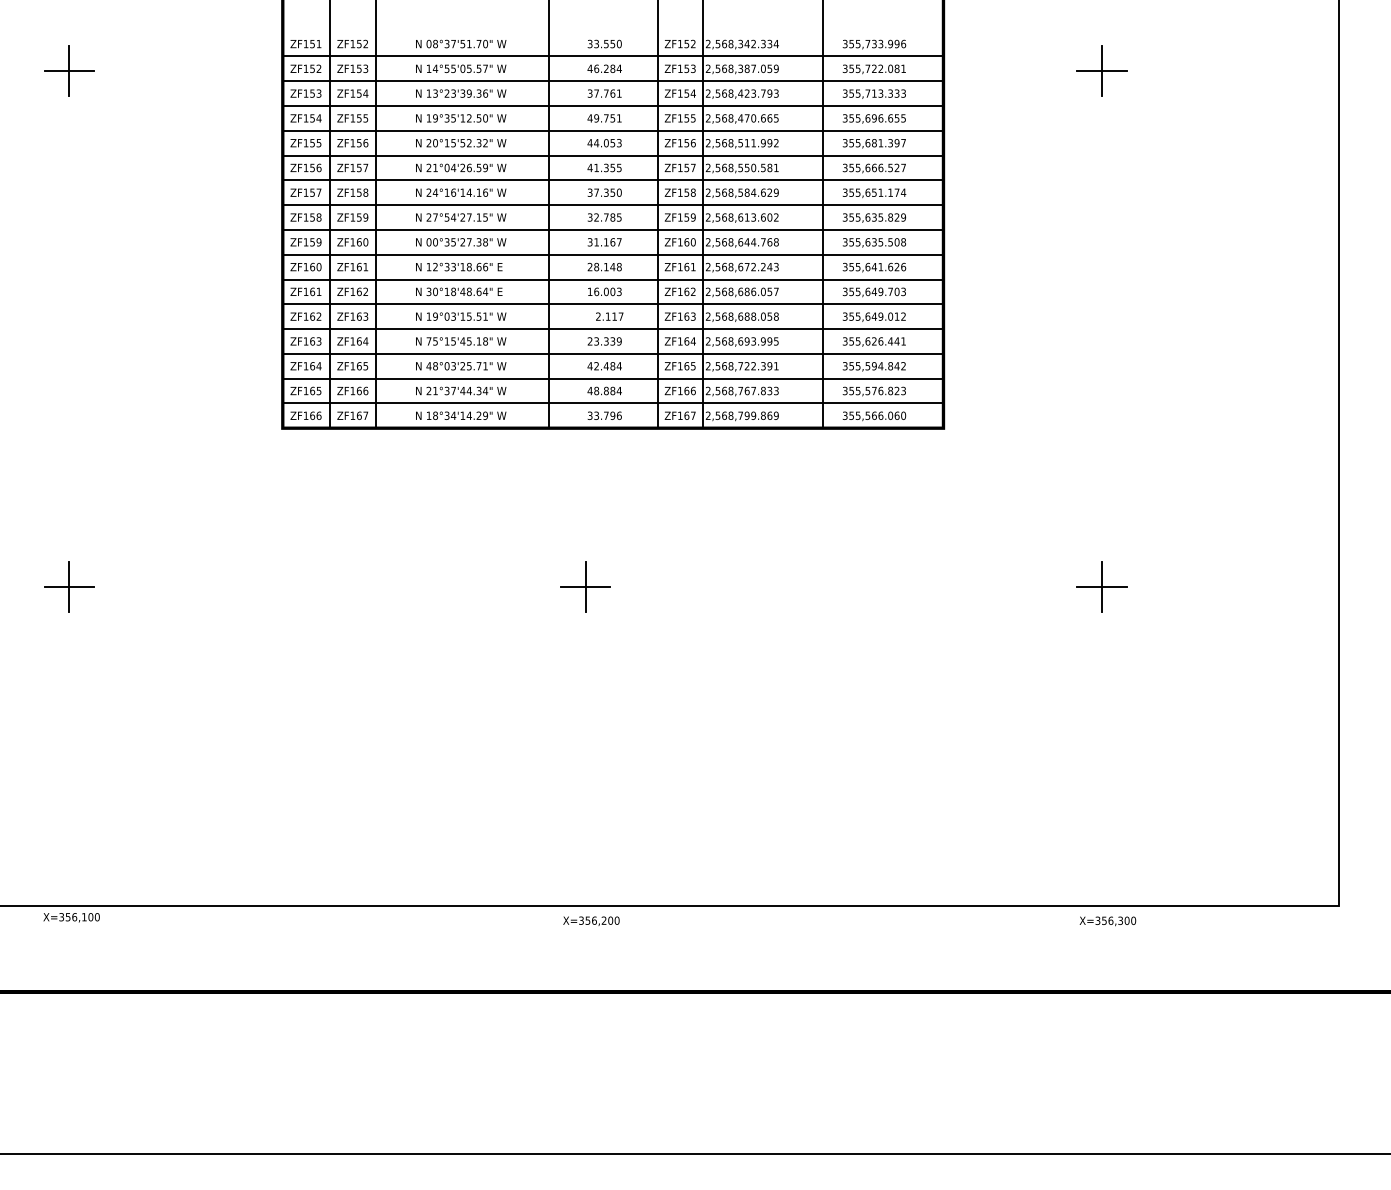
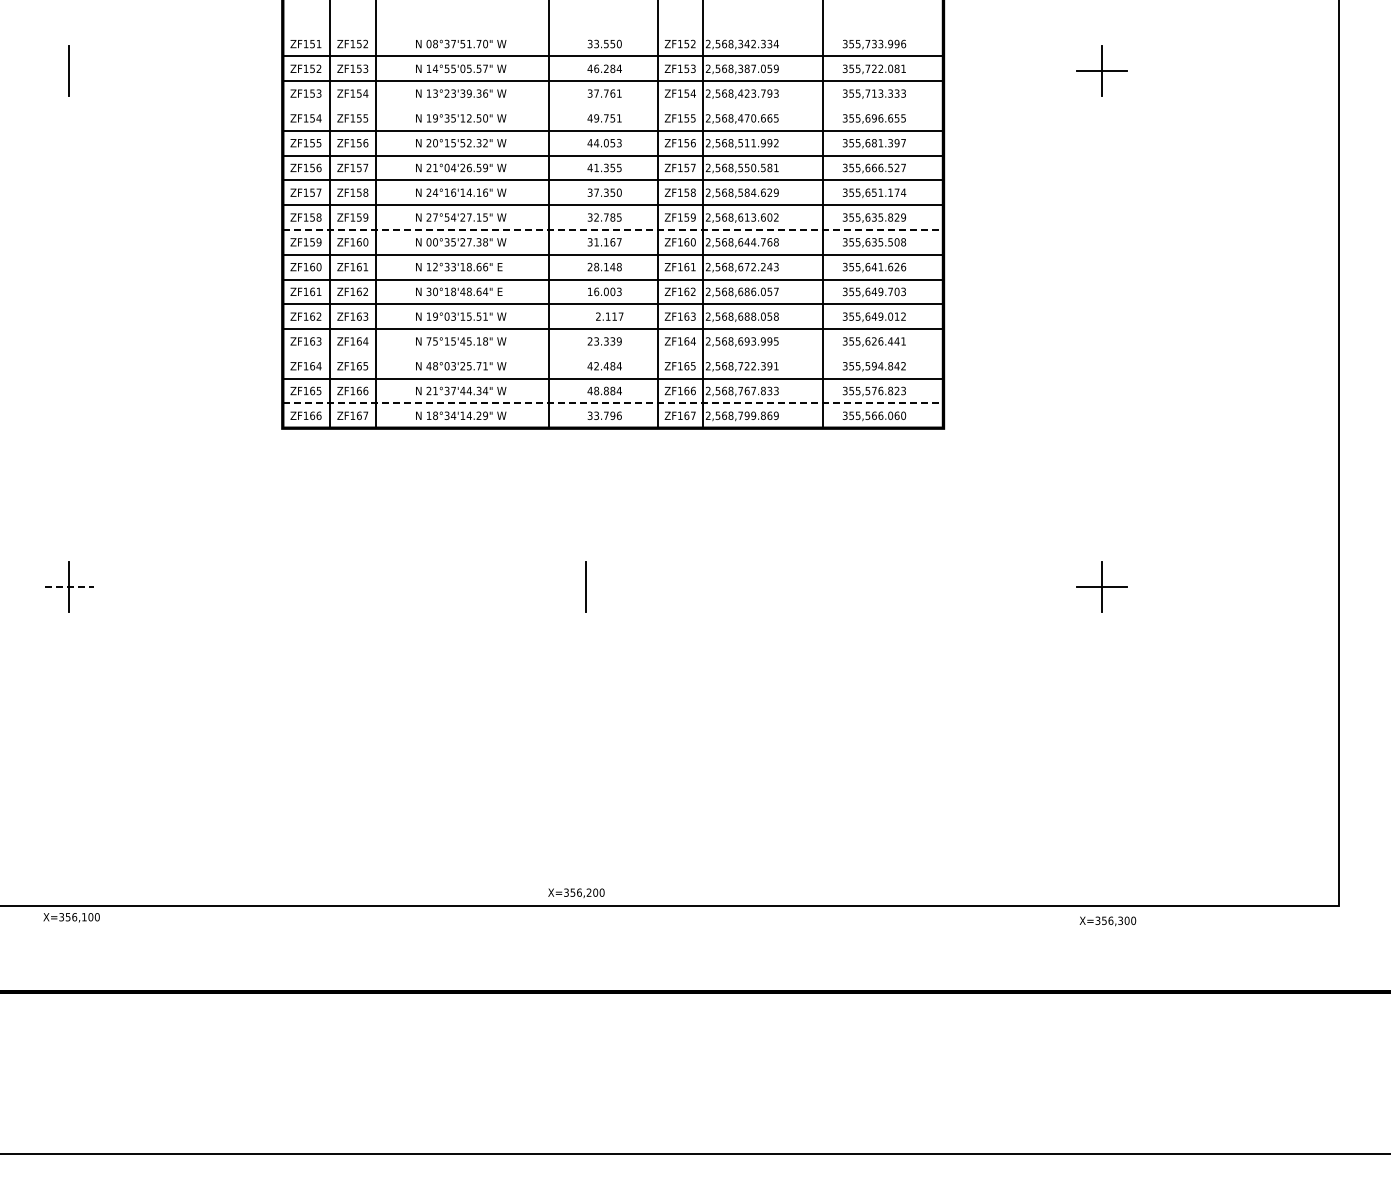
line at (69, 70): present -> none
line at (612, 106): present -> none
line at (613, 229): solid -> dashed
line at (612, 353): present -> none
line at (613, 403): solid -> dashed
line at (69, 587): solid -> dashed
line at (585, 587): present -> none
text at (591, 920) position: (591, 920) -> (576, 892)
